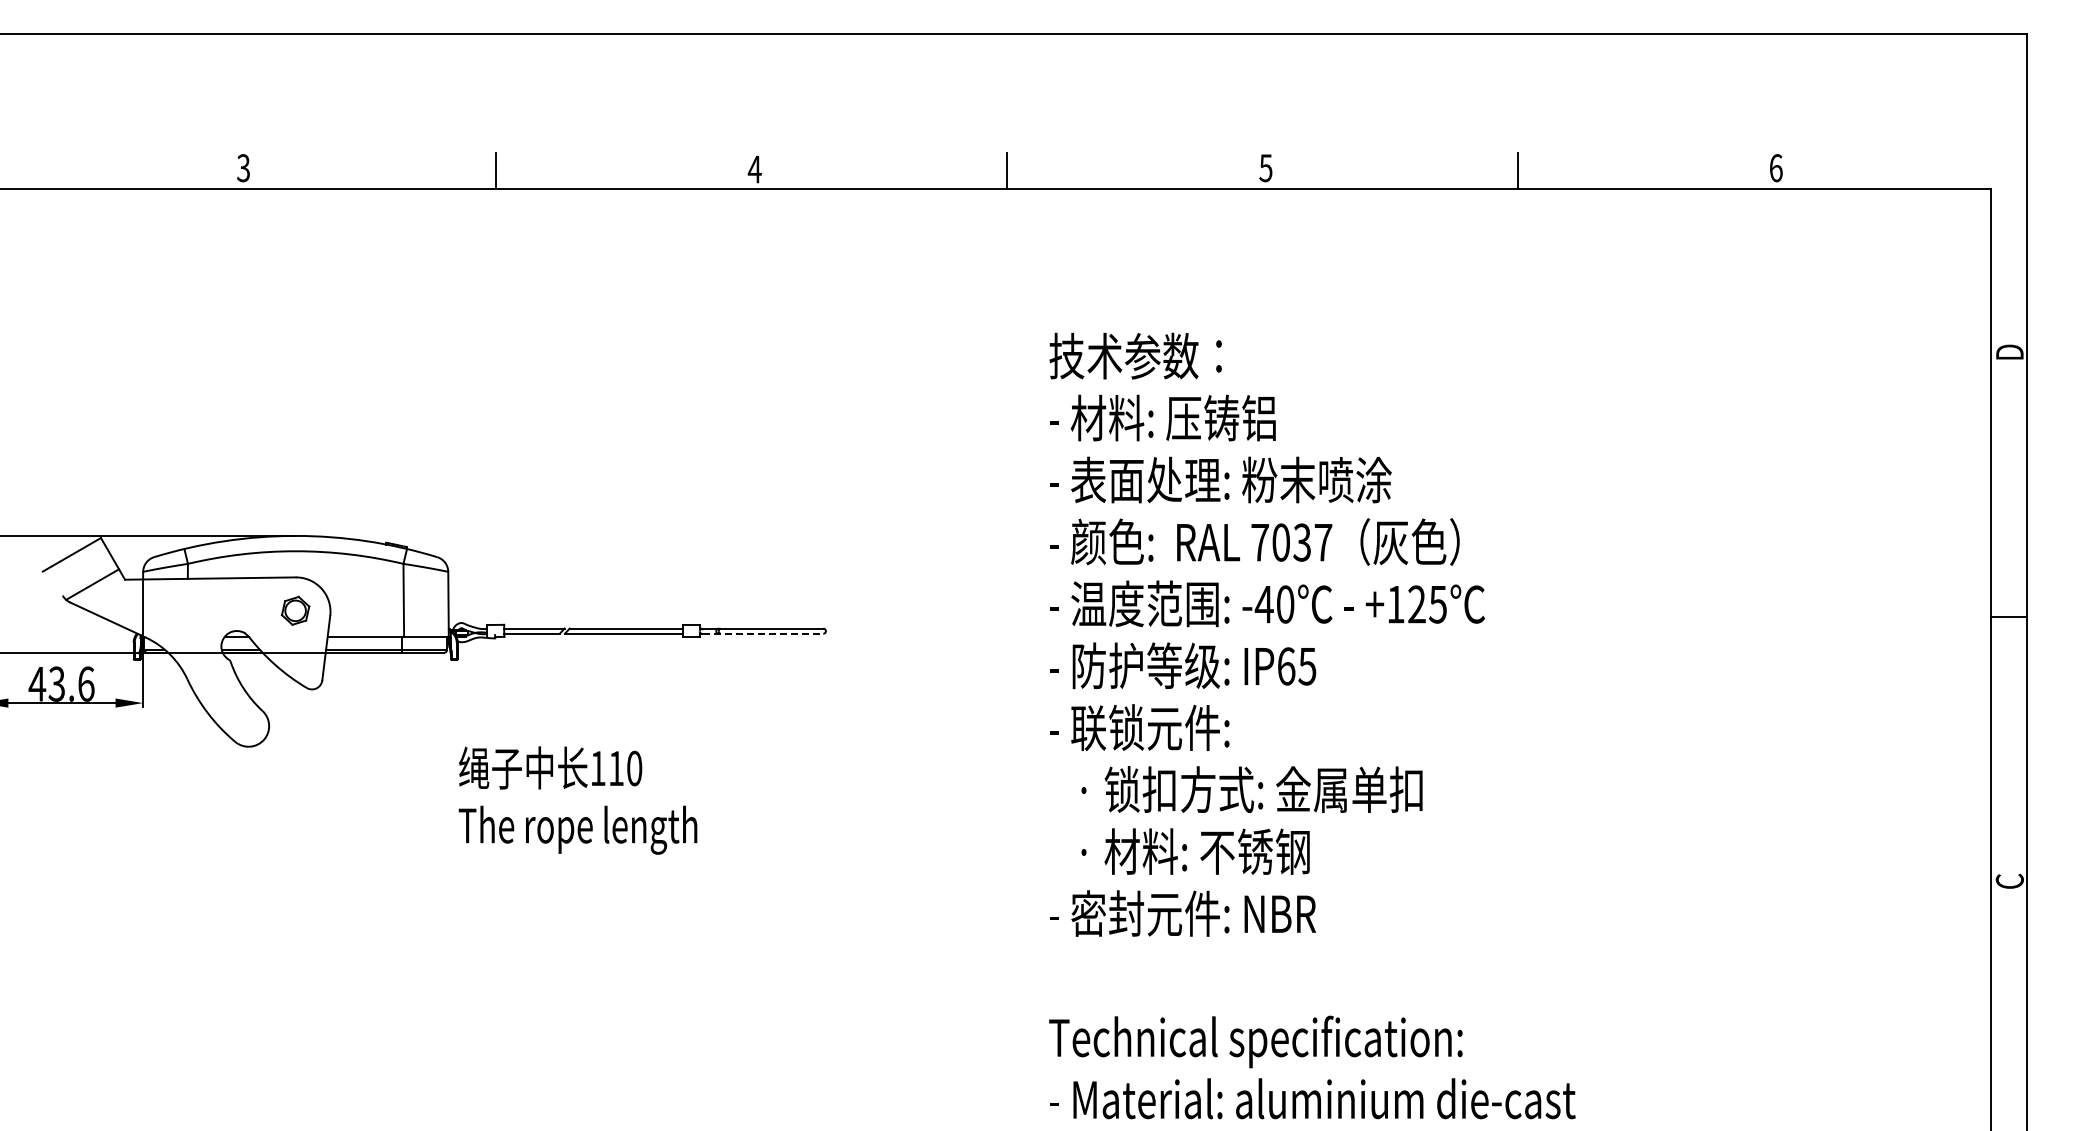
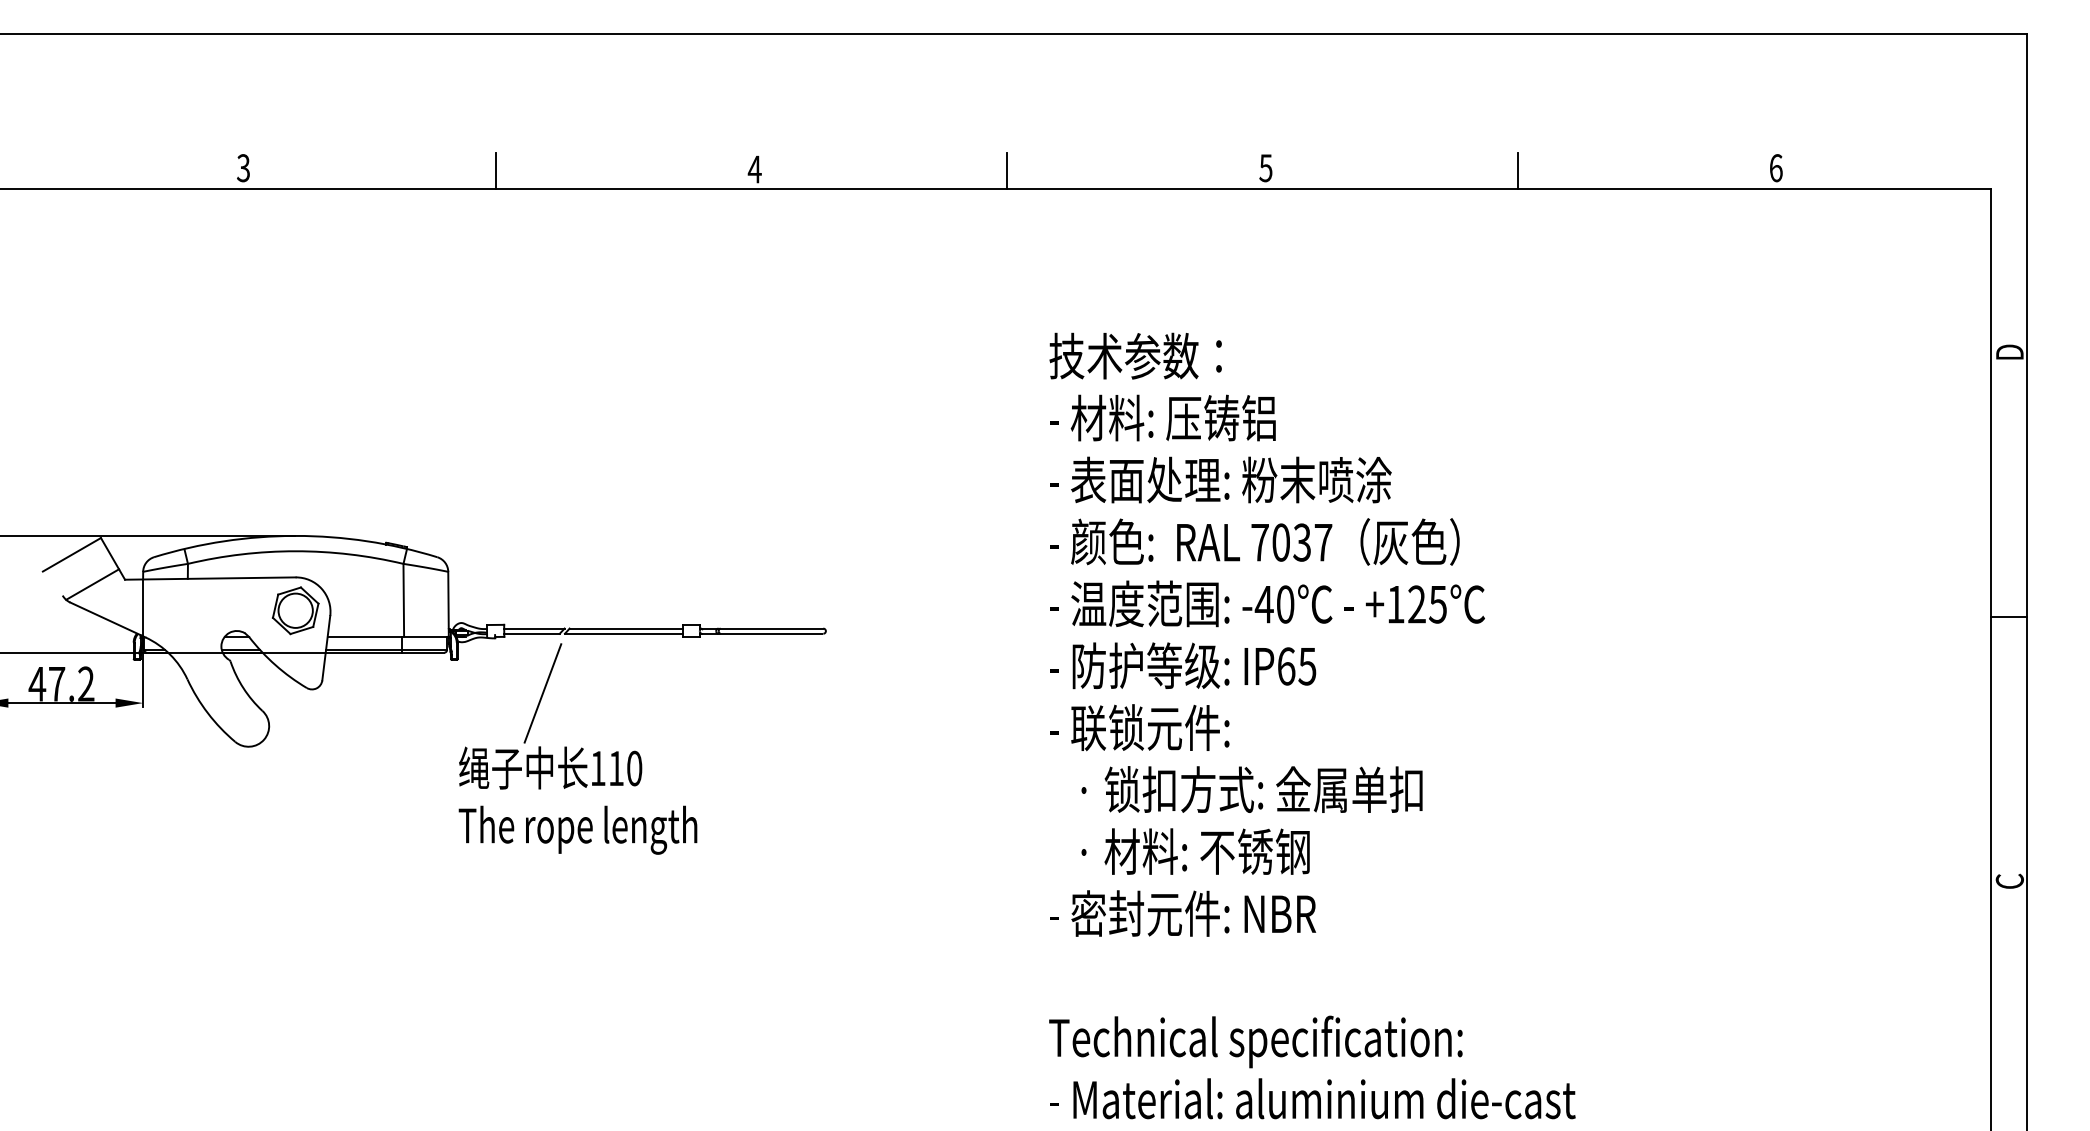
part at (295, 610) size: 31x31 px -> 49x50 px
line at (761, 633): dashed -> solid
text at (71, 683): 43.6 -> 47.2
line at (542, 693): none -> present
